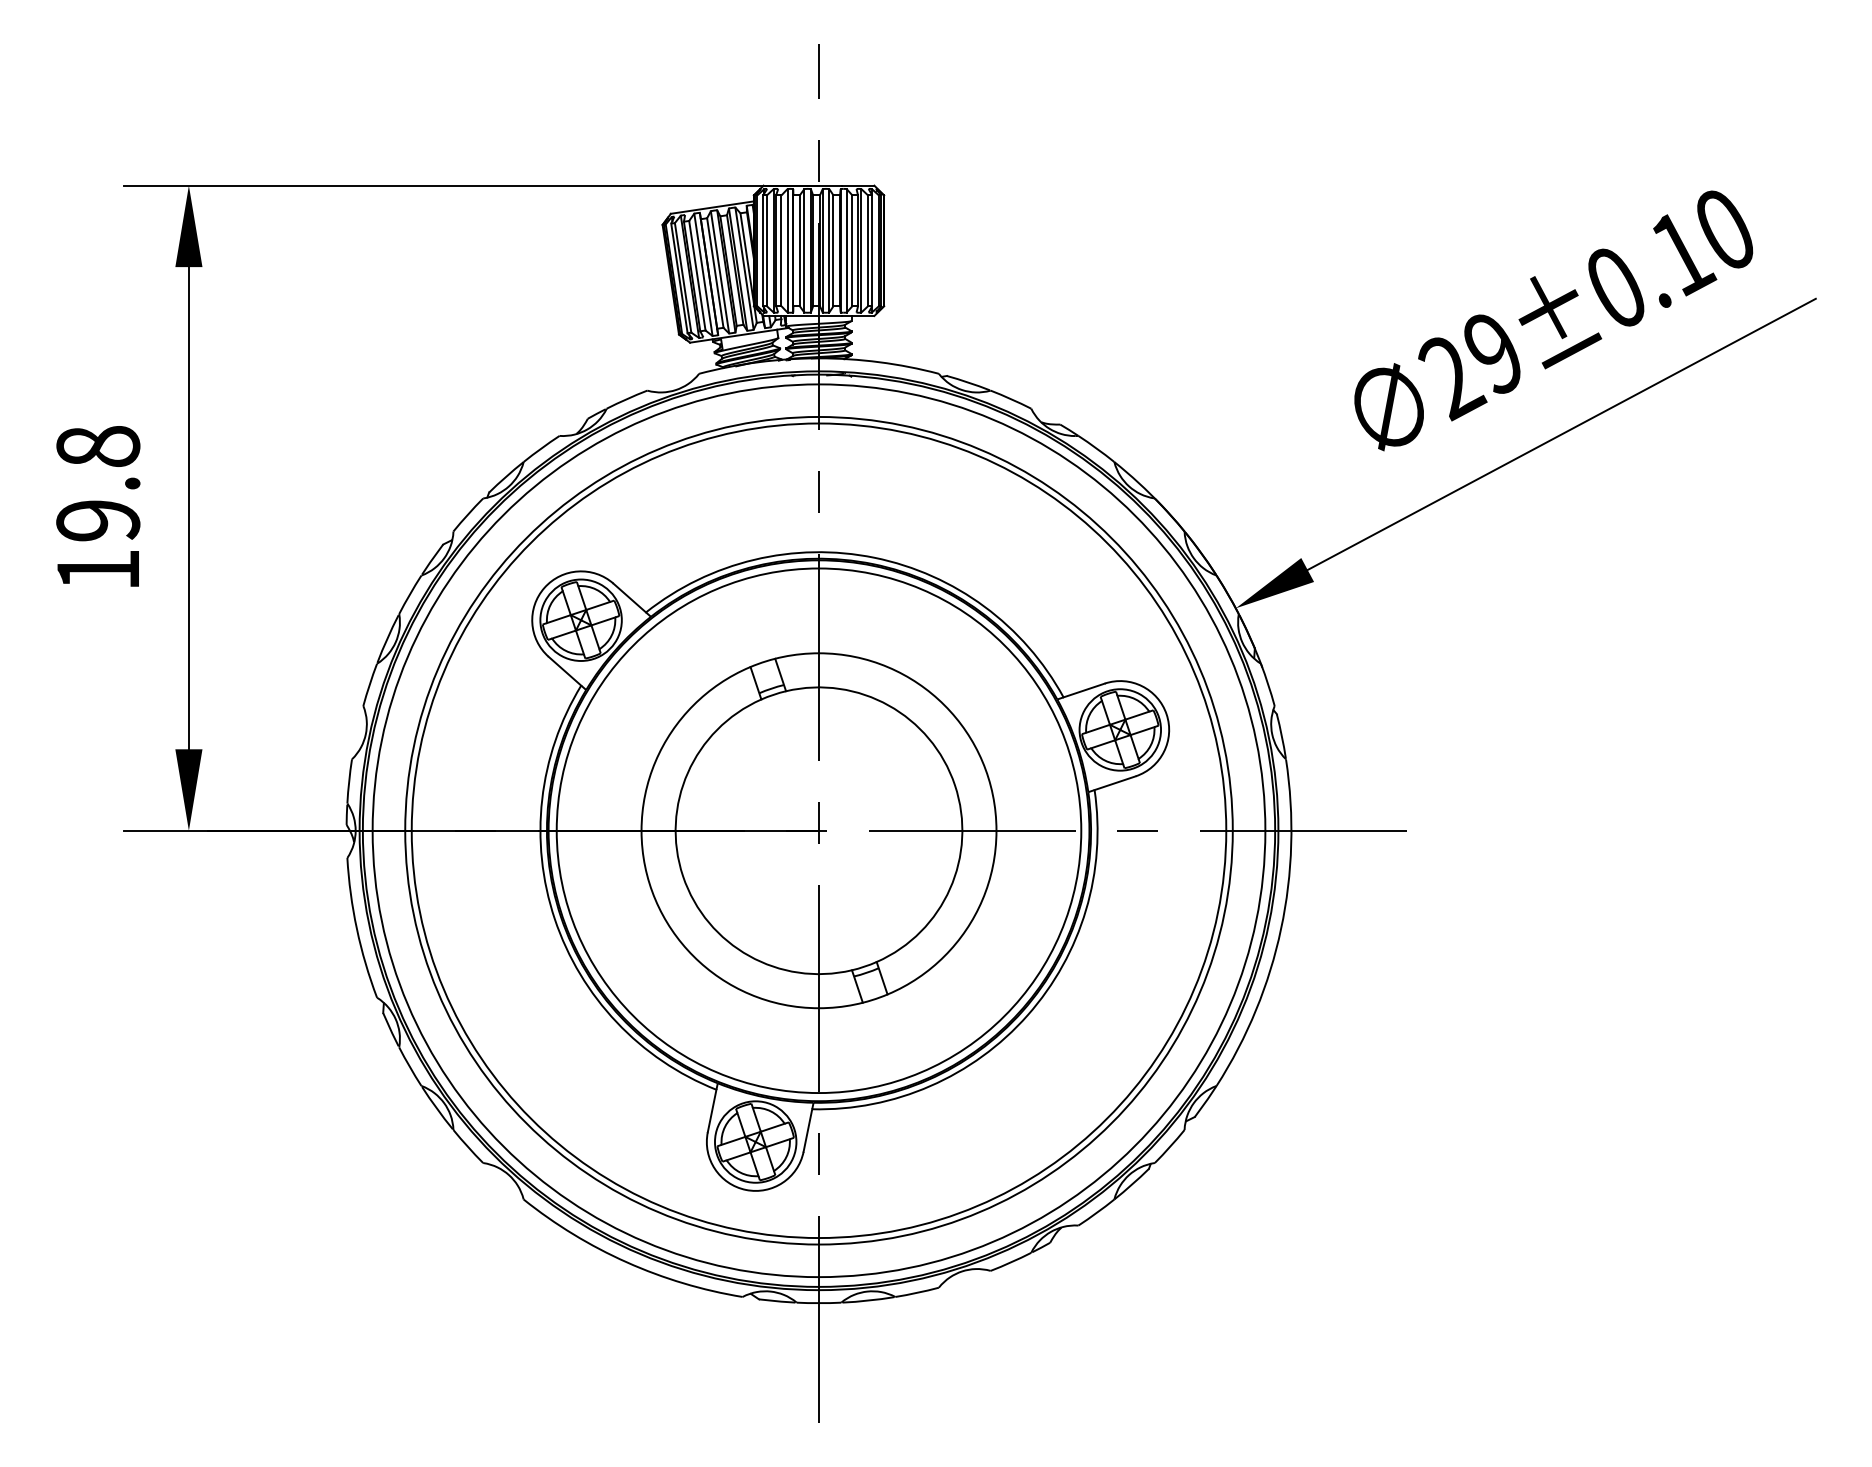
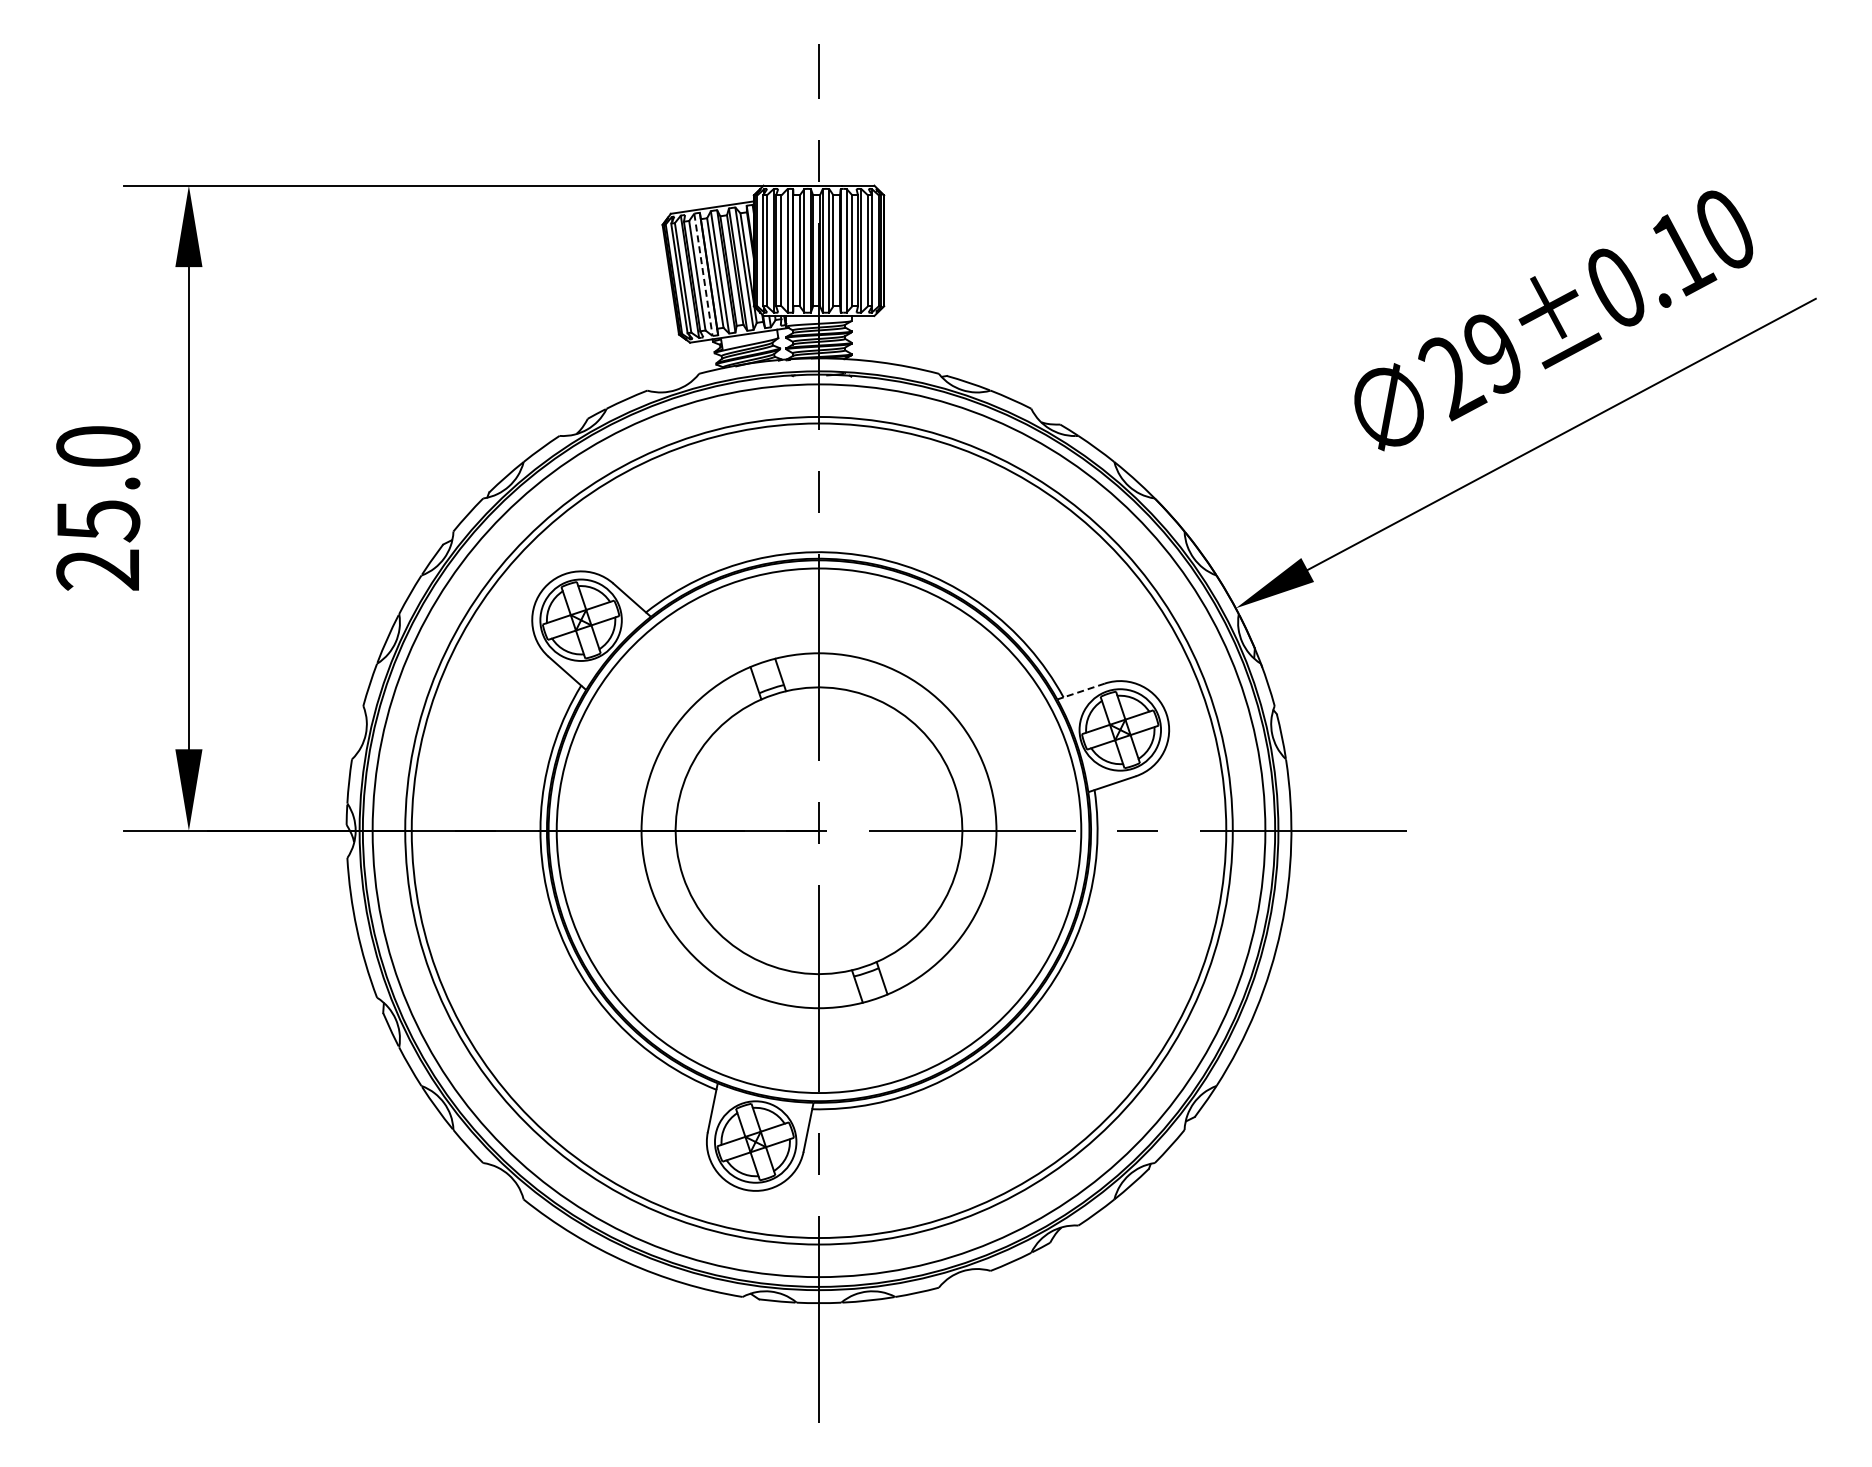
line at (703, 274): solid -> dashed
text at (98, 508): 19.8 -> 25.0
line at (1084, 690): solid -> dashed
